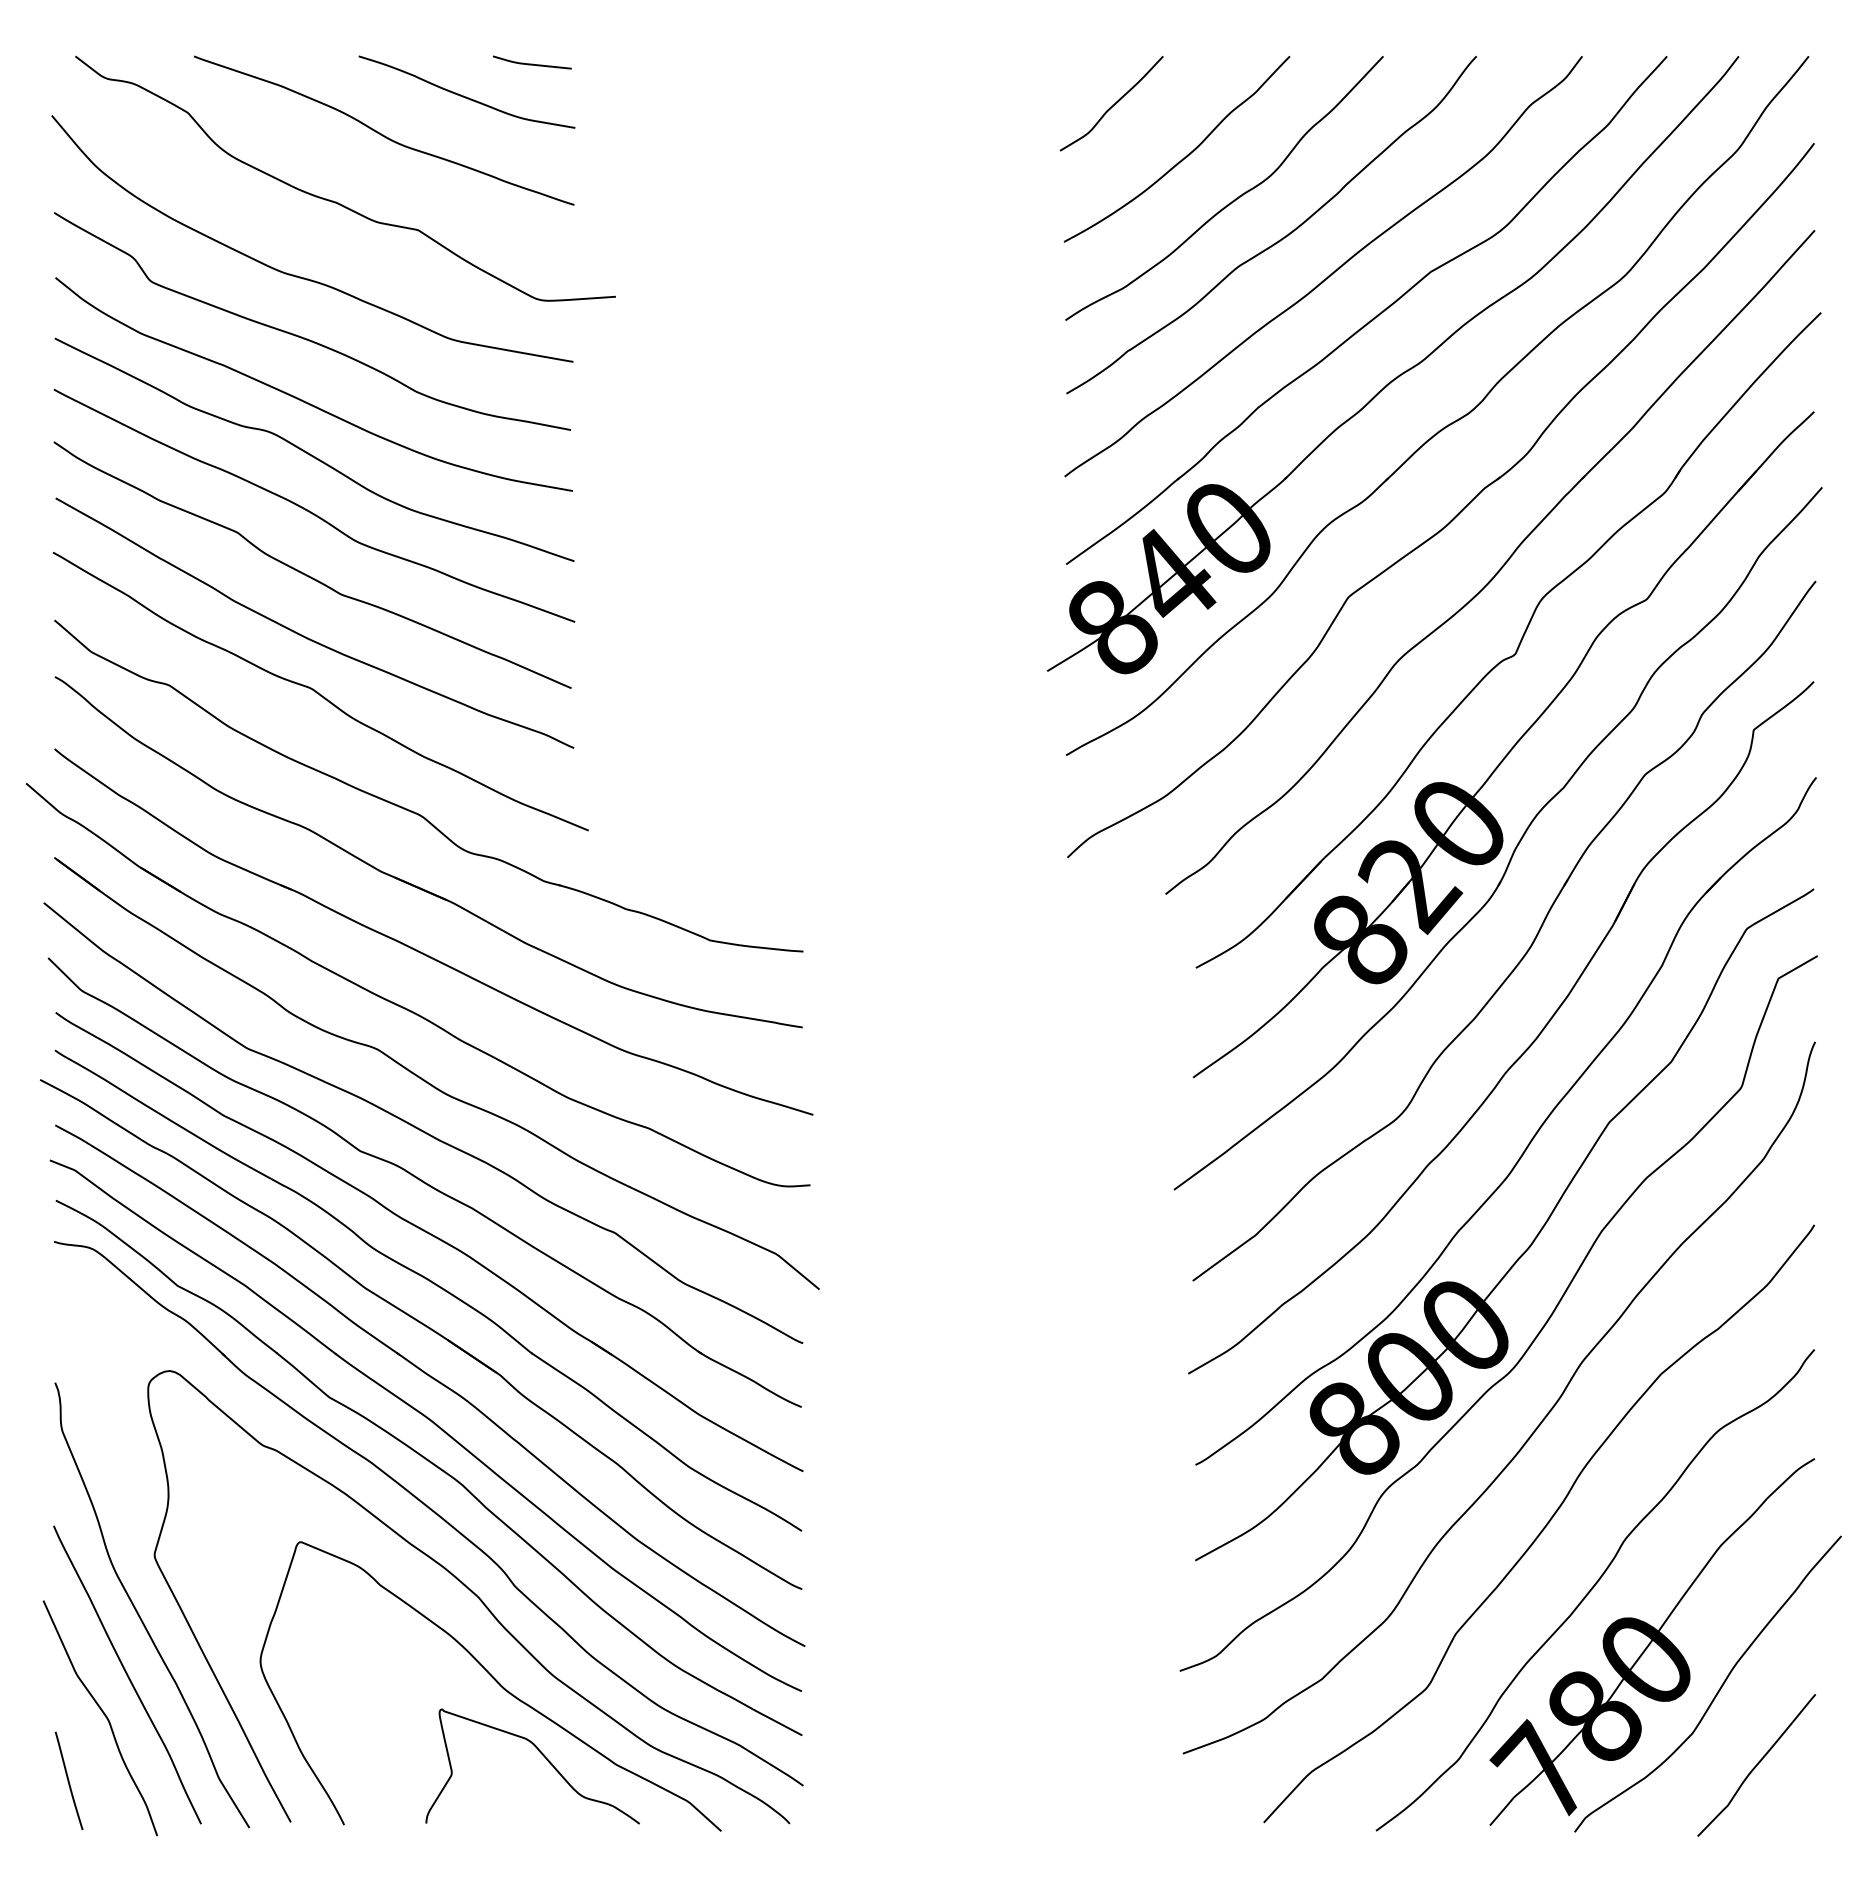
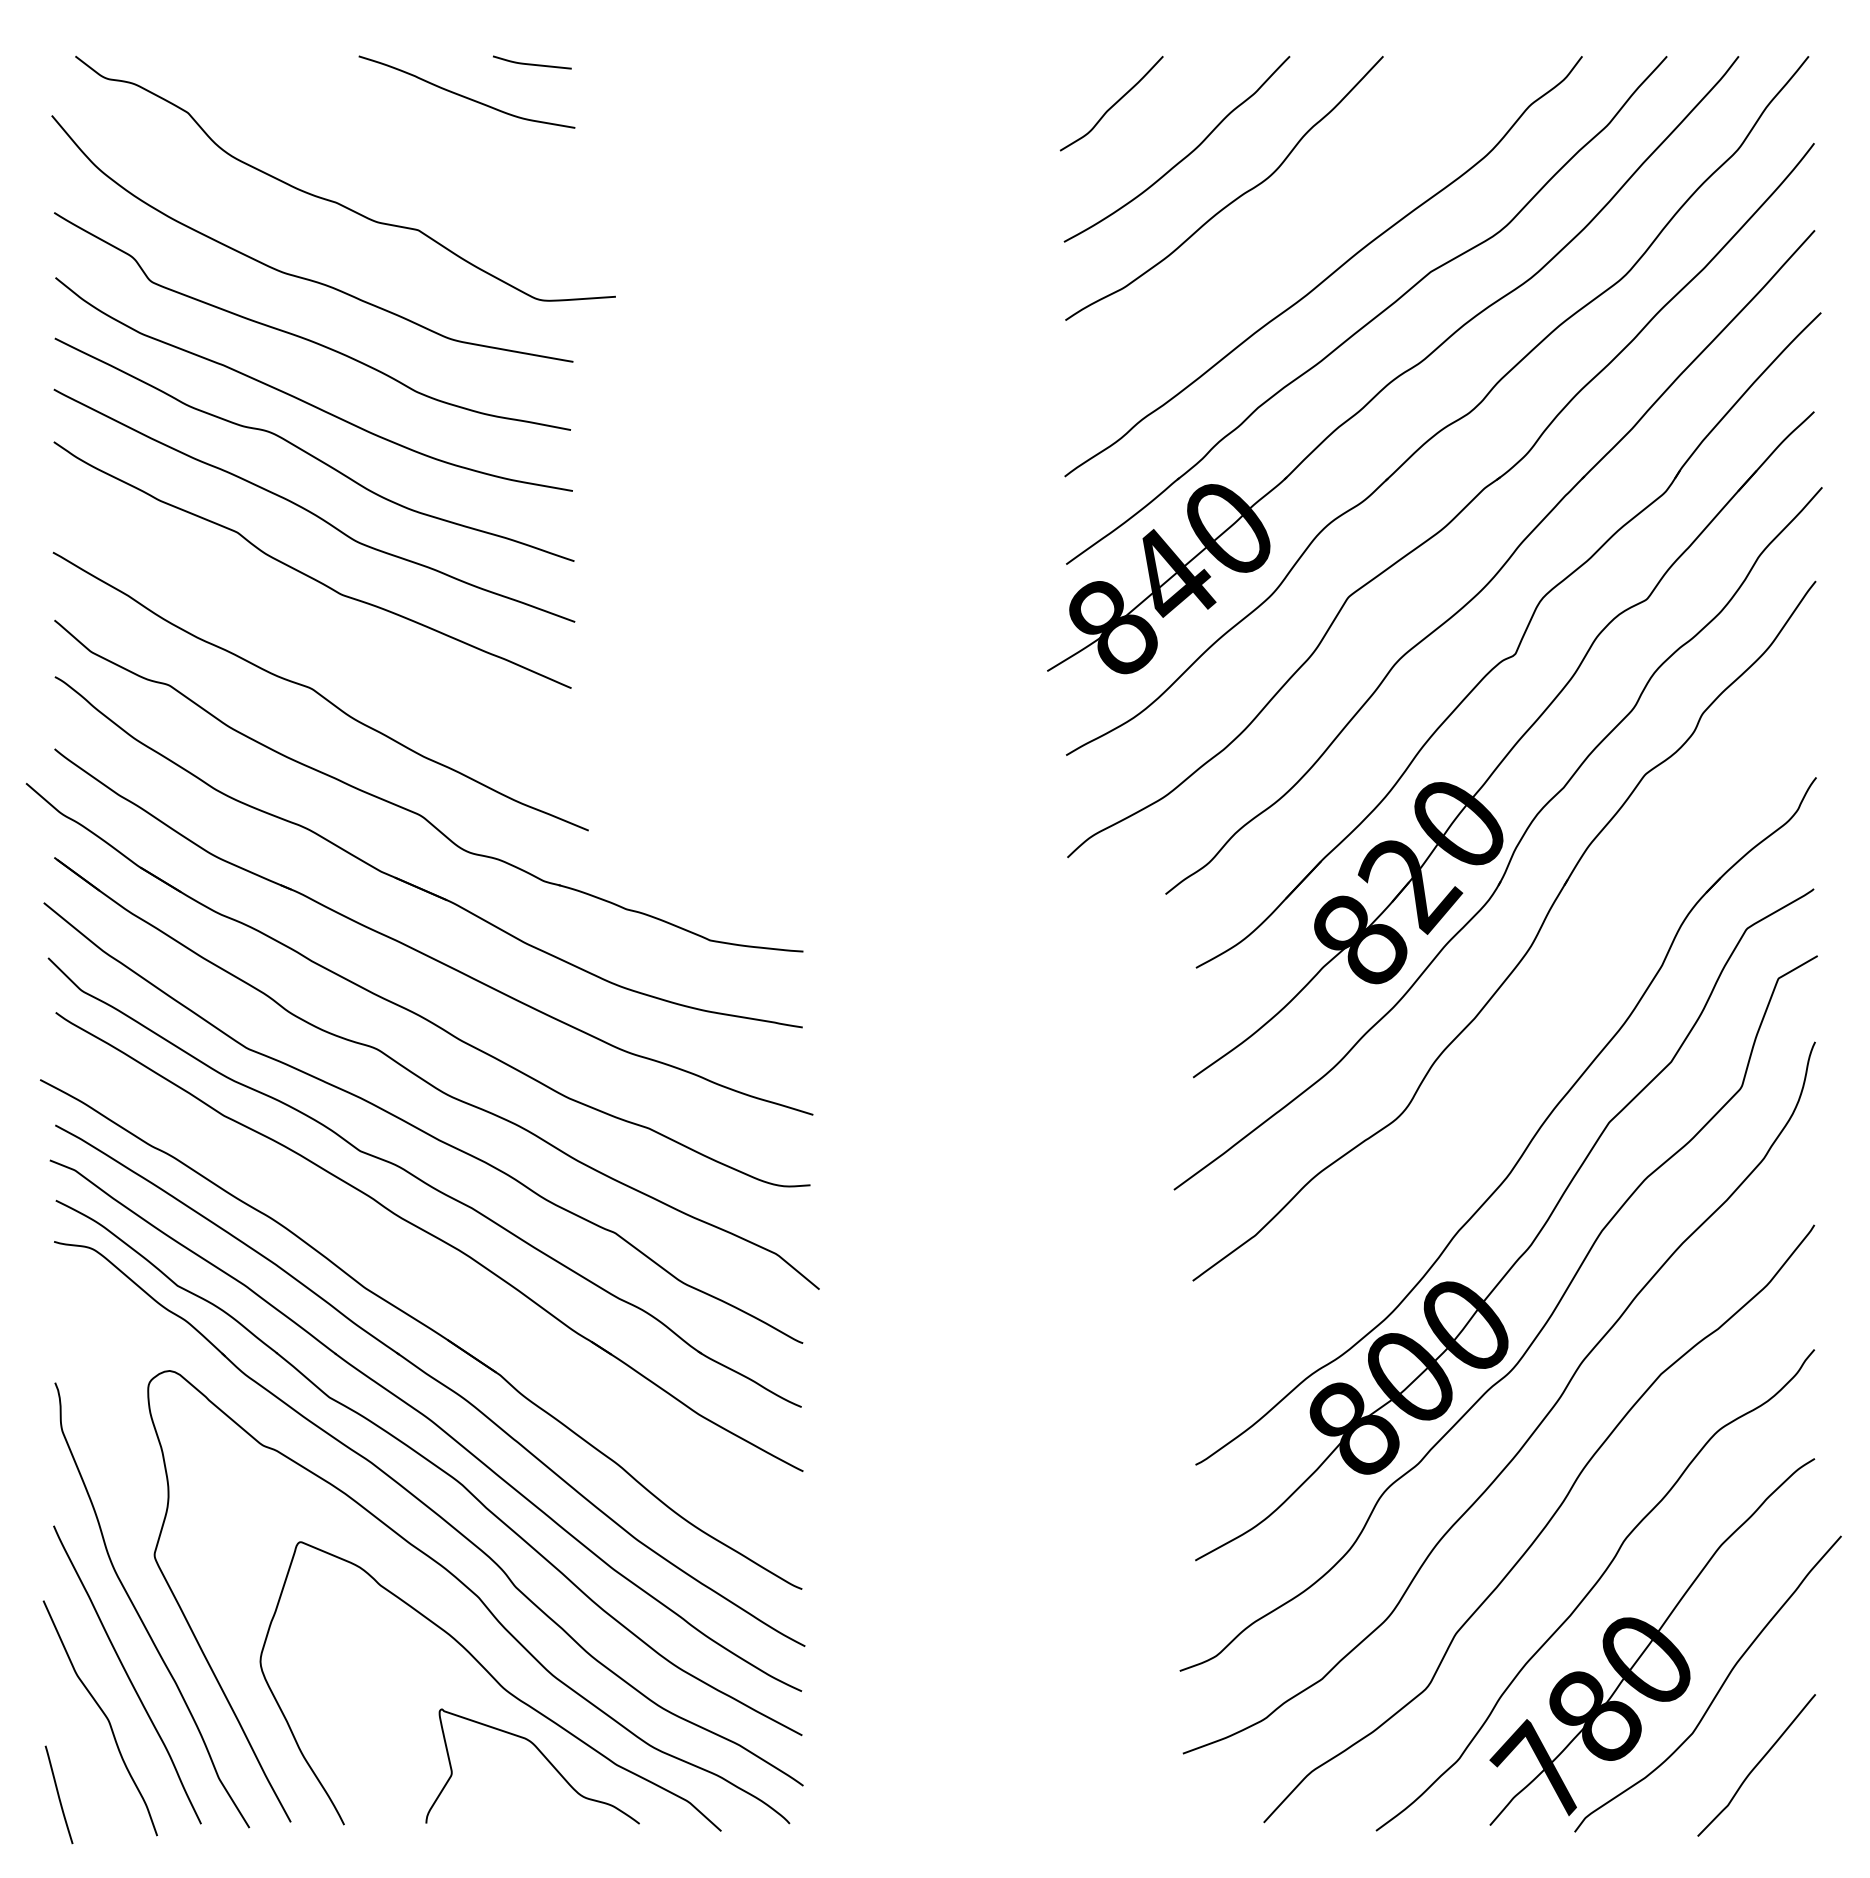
curve at (383, 134): present -> none
curve at (1279, 239): present -> none
curve at (306, 636): present -> none
part at (1524, 1050): present -> none
part at (433, 1284): present -> none
line at (68, 1780) position: (68, 1780) -> (58, 1794)
